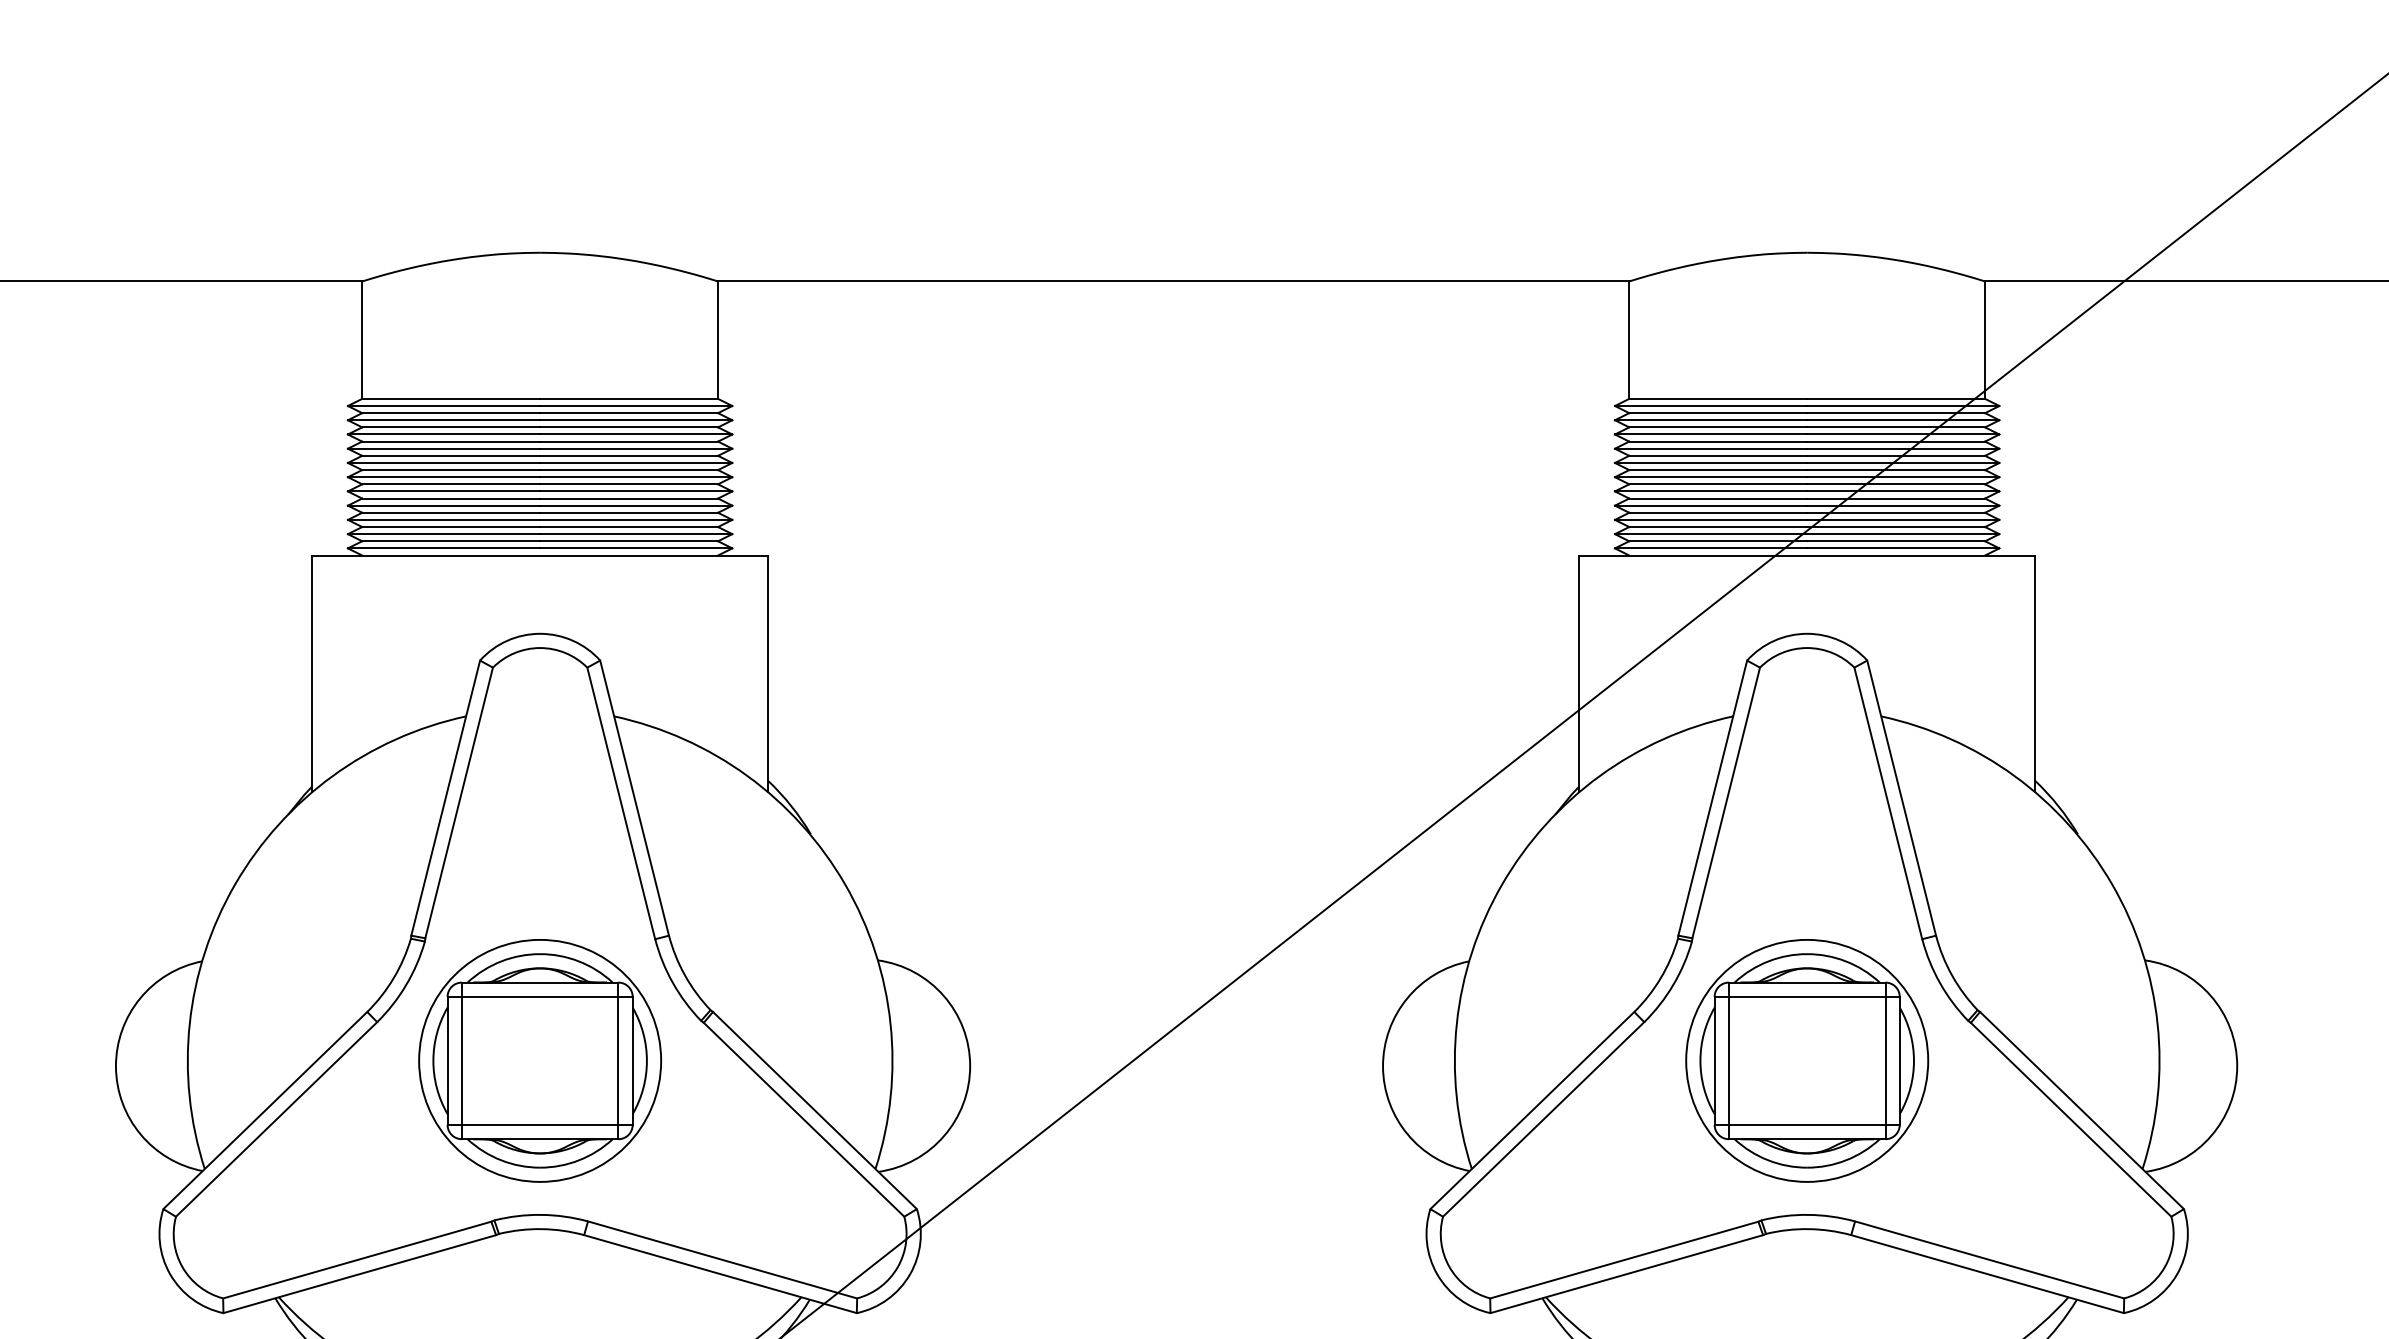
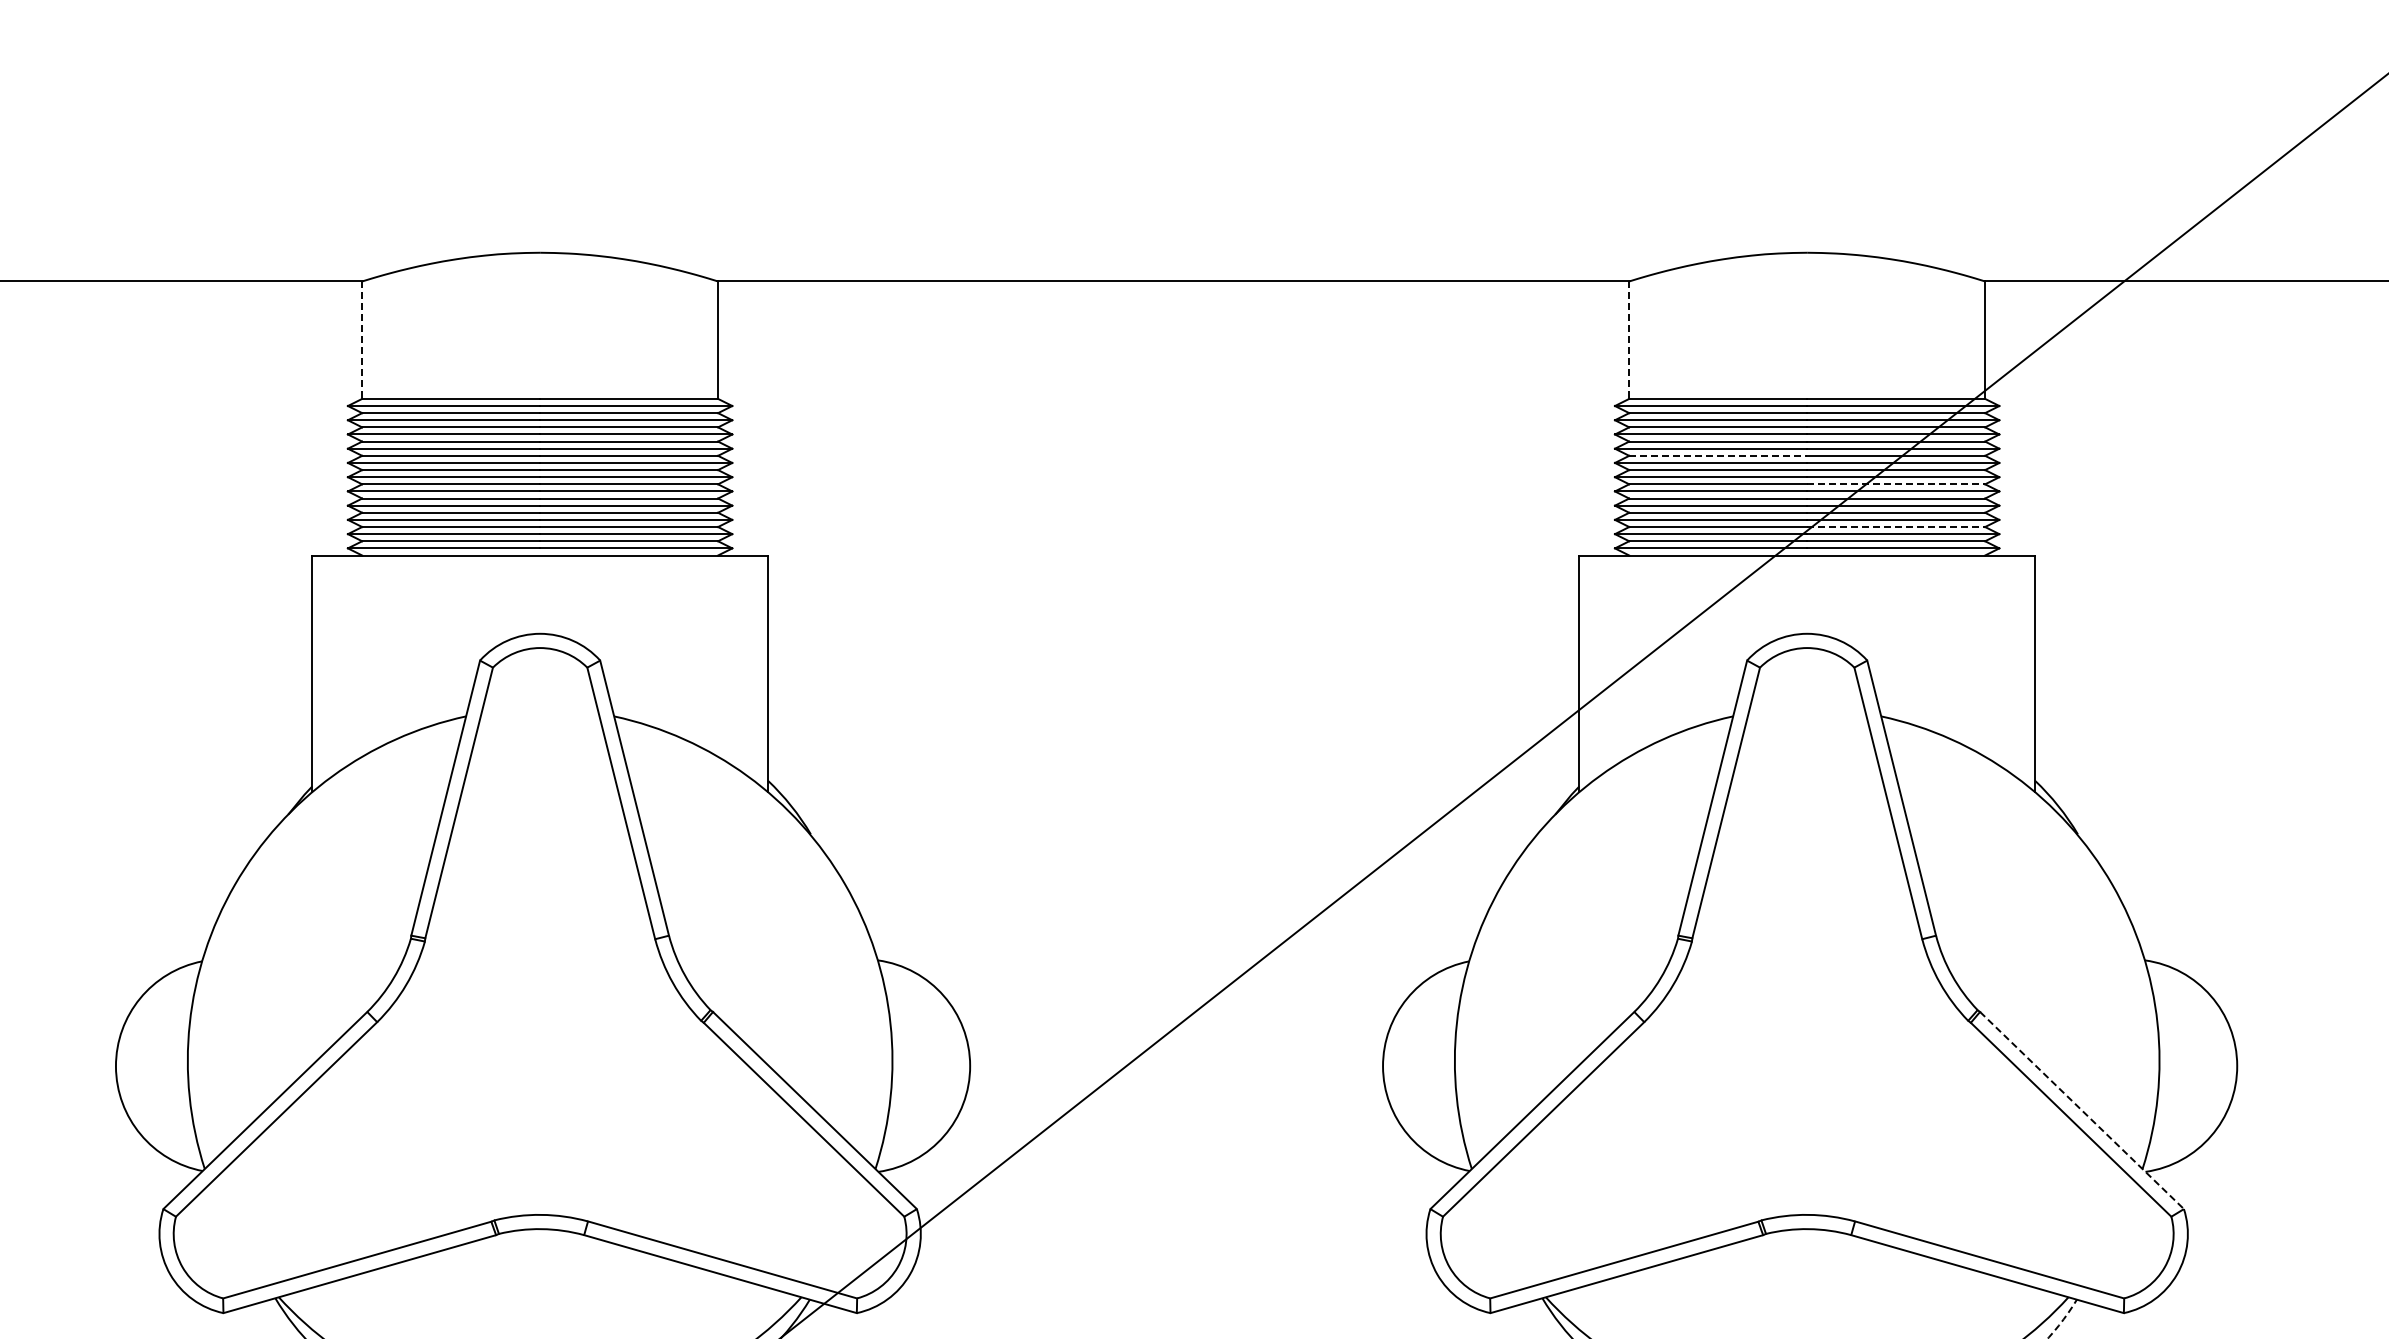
line at (362, 340): solid -> dashed
line at (1629, 340): solid -> dashed
line at (1718, 455): solid -> dashed
line at (1896, 484): solid -> dashed
line at (1896, 527): solid -> dashed
part at (540, 1060): present -> none
part at (1807, 1060): present -> none
line at (2082, 1110): solid -> dashed
arc at (2063, 1320): solid -> dashed
